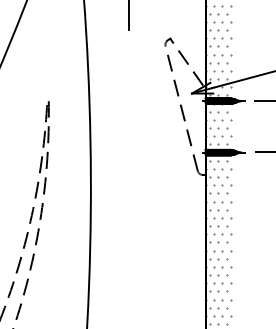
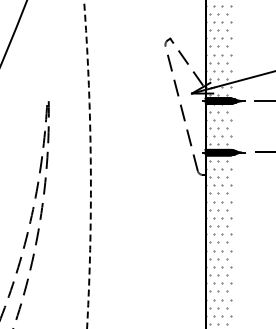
line at (128, 16): present -> none
arc at (90, 164): solid -> dashed
